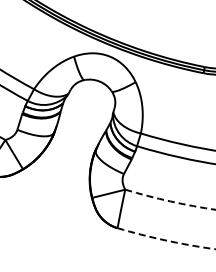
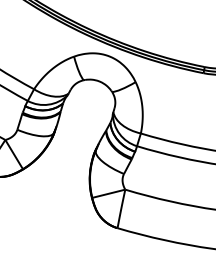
arc at (170, 201): dashed -> solid
arc at (166, 240): dashed -> solid
